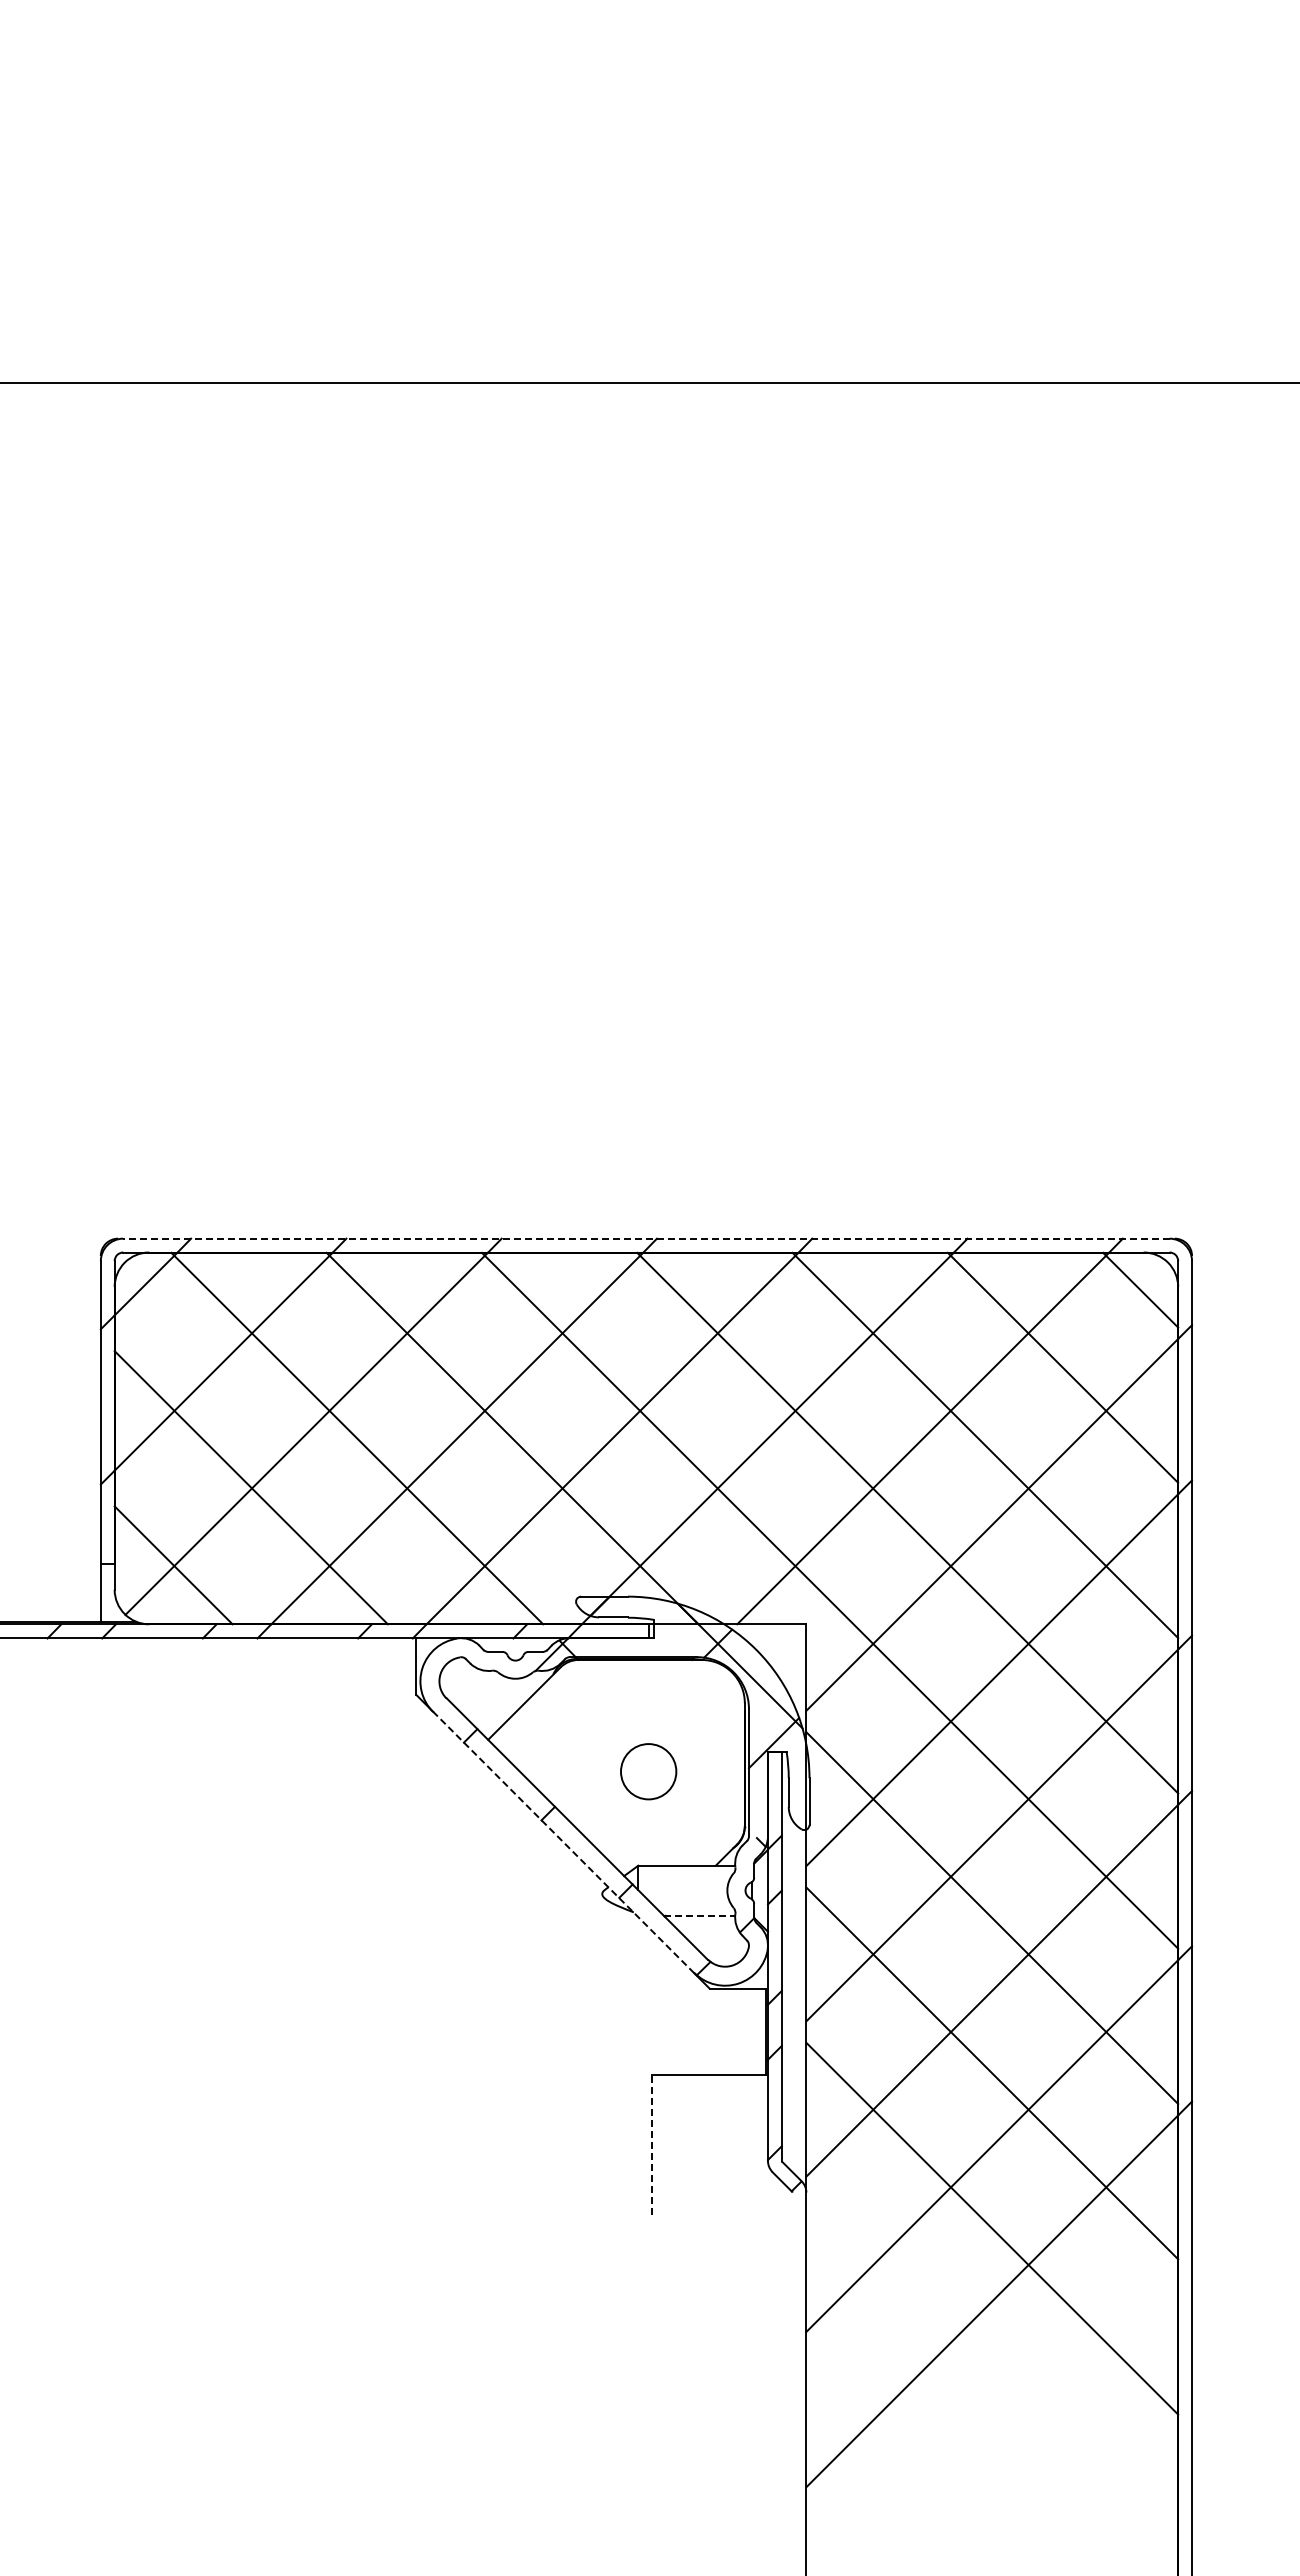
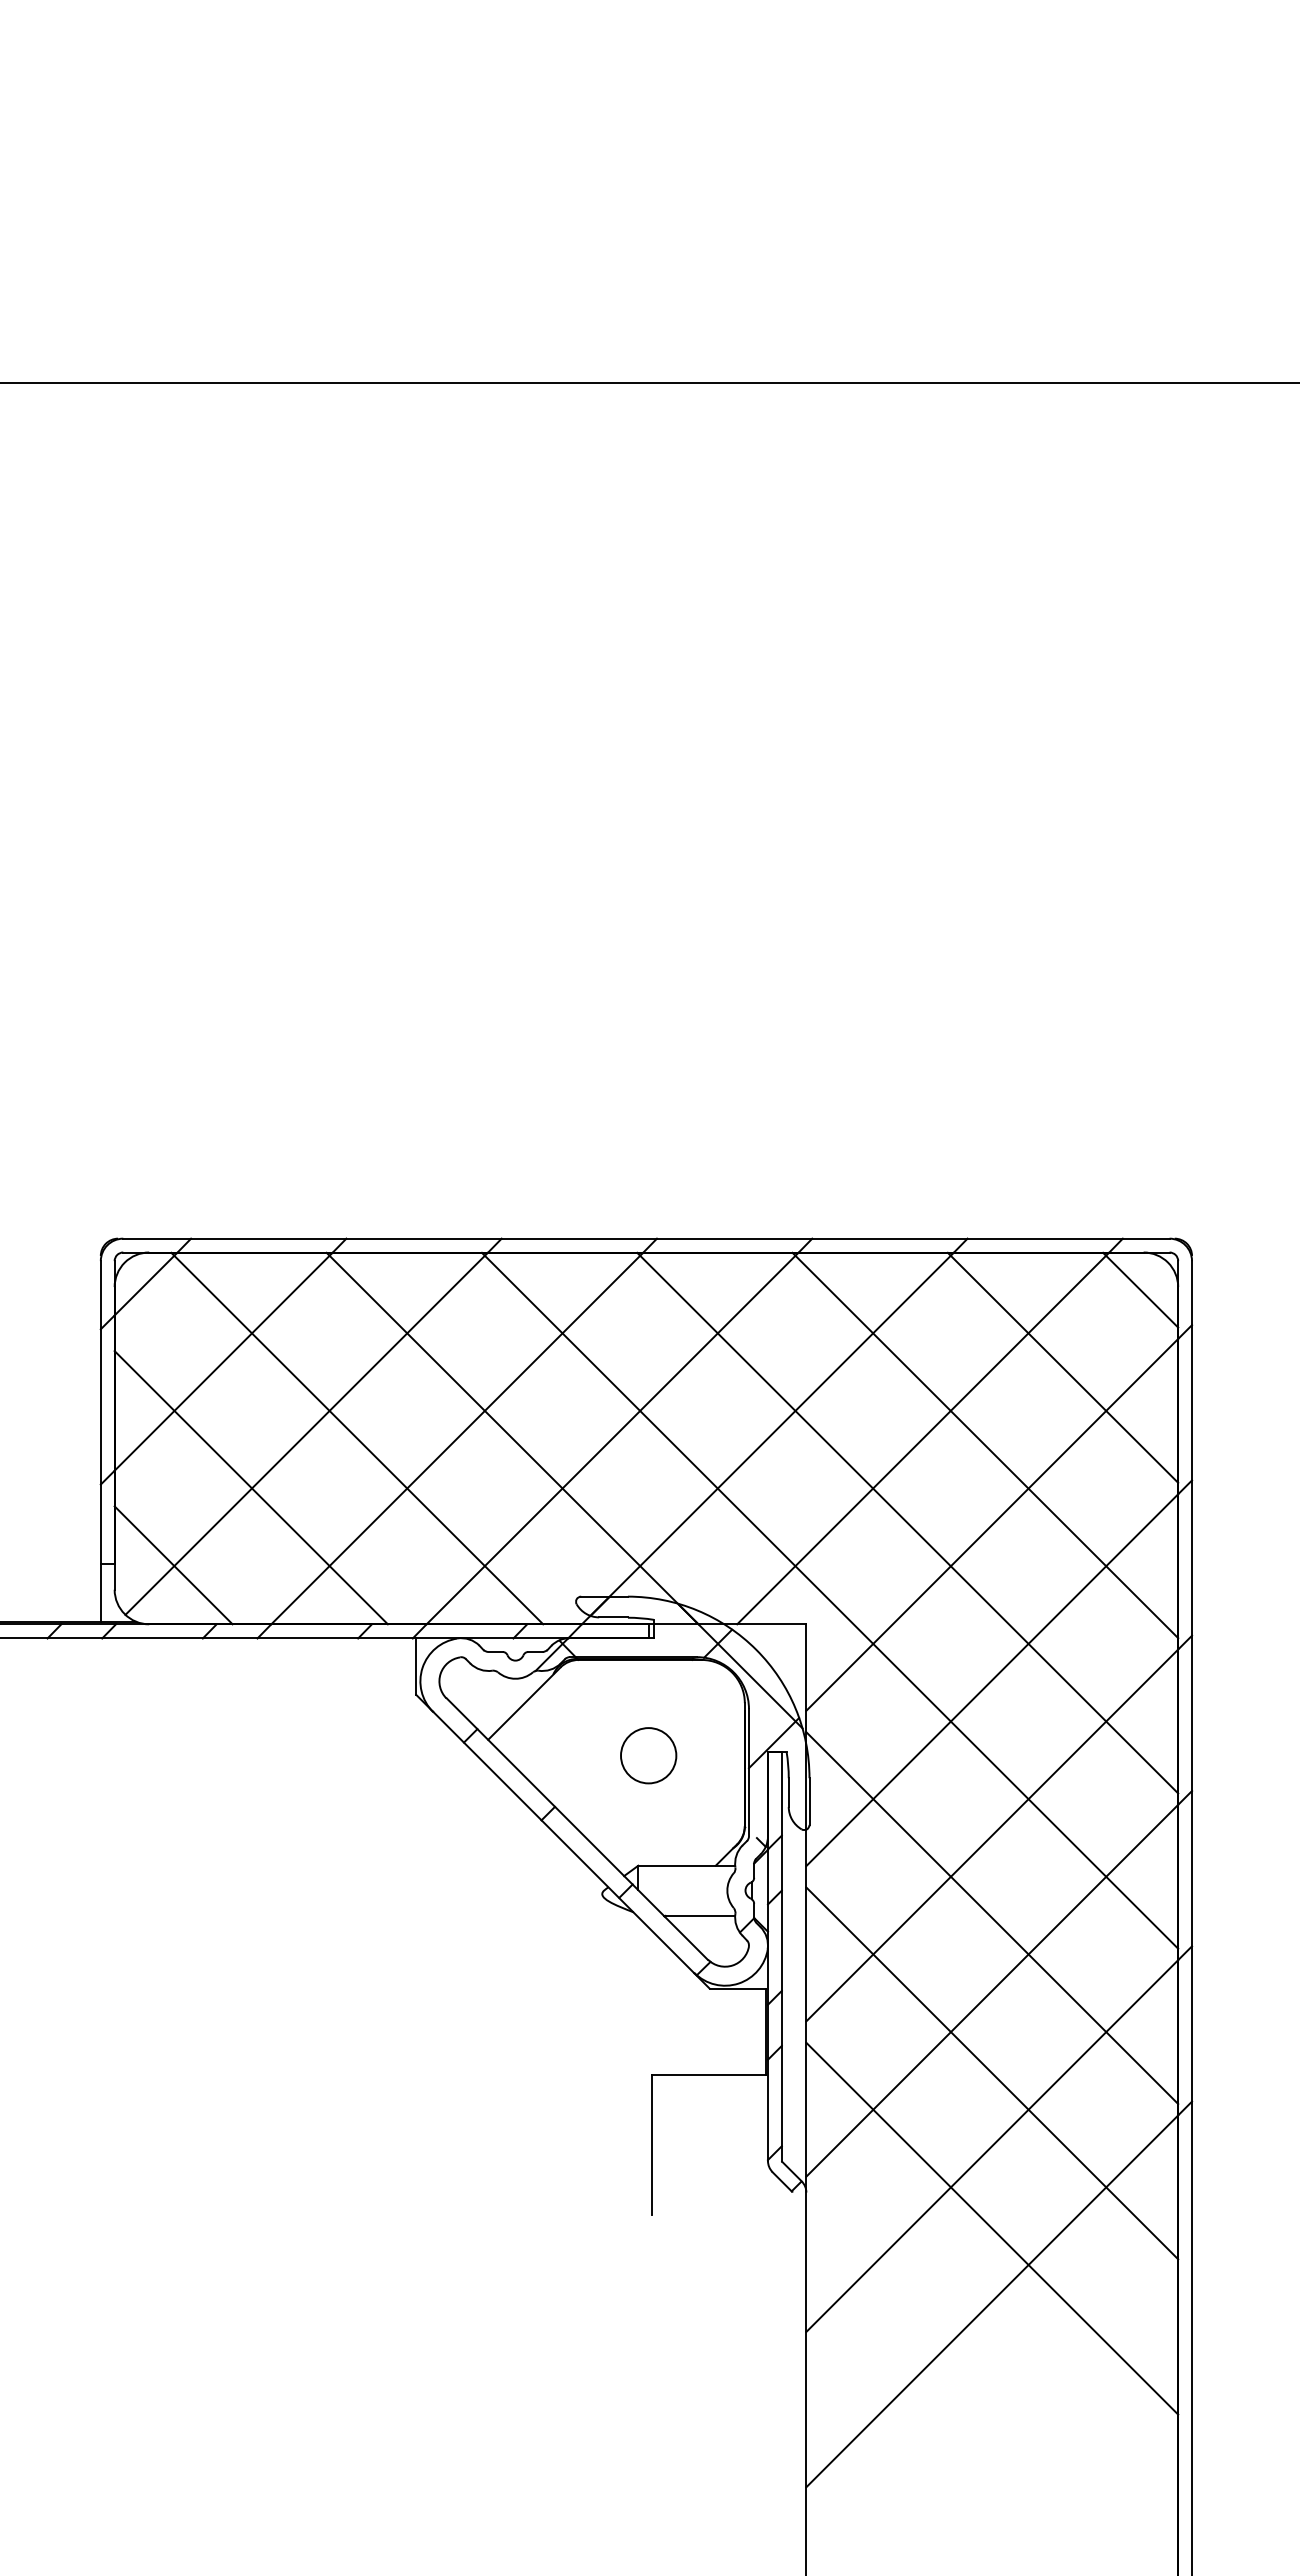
line at (645, 1238): dashed -> solid
circle at (648, 1771) position: (648, 1771) -> (648, 1755)
line at (563, 1842): dashed -> solid
line at (699, 1915): dashed -> solid
line at (652, 2144): dashed -> solid
